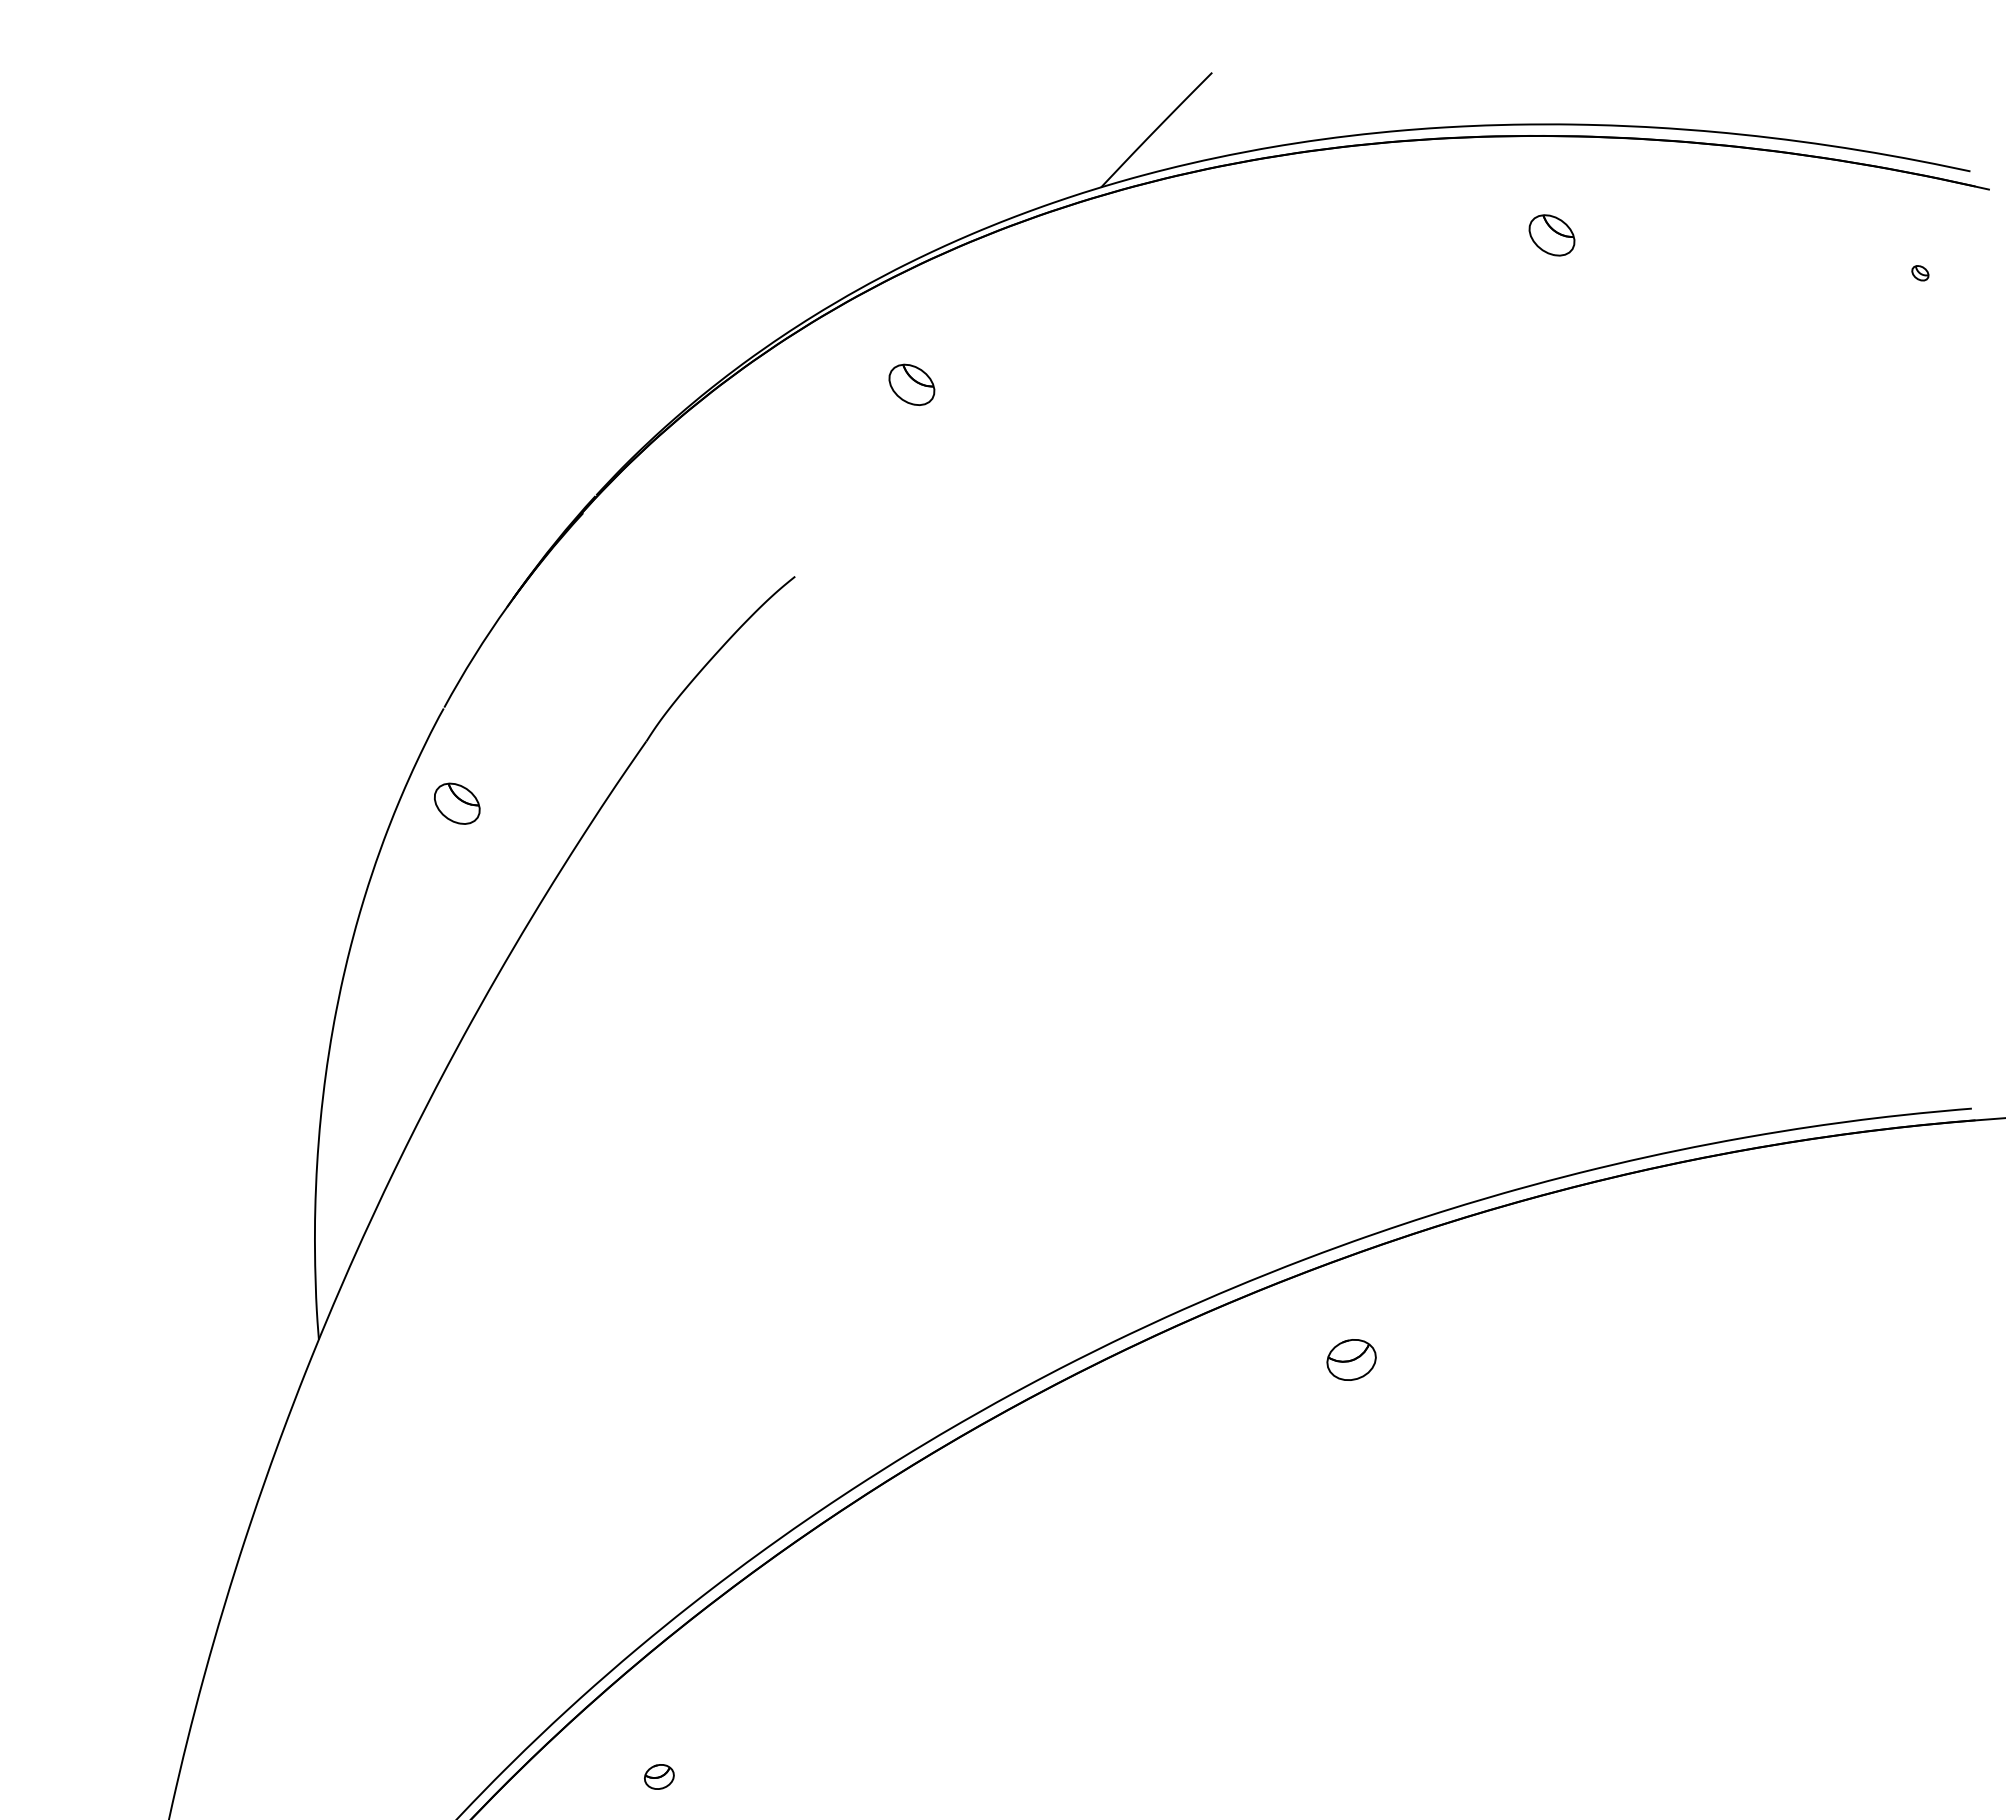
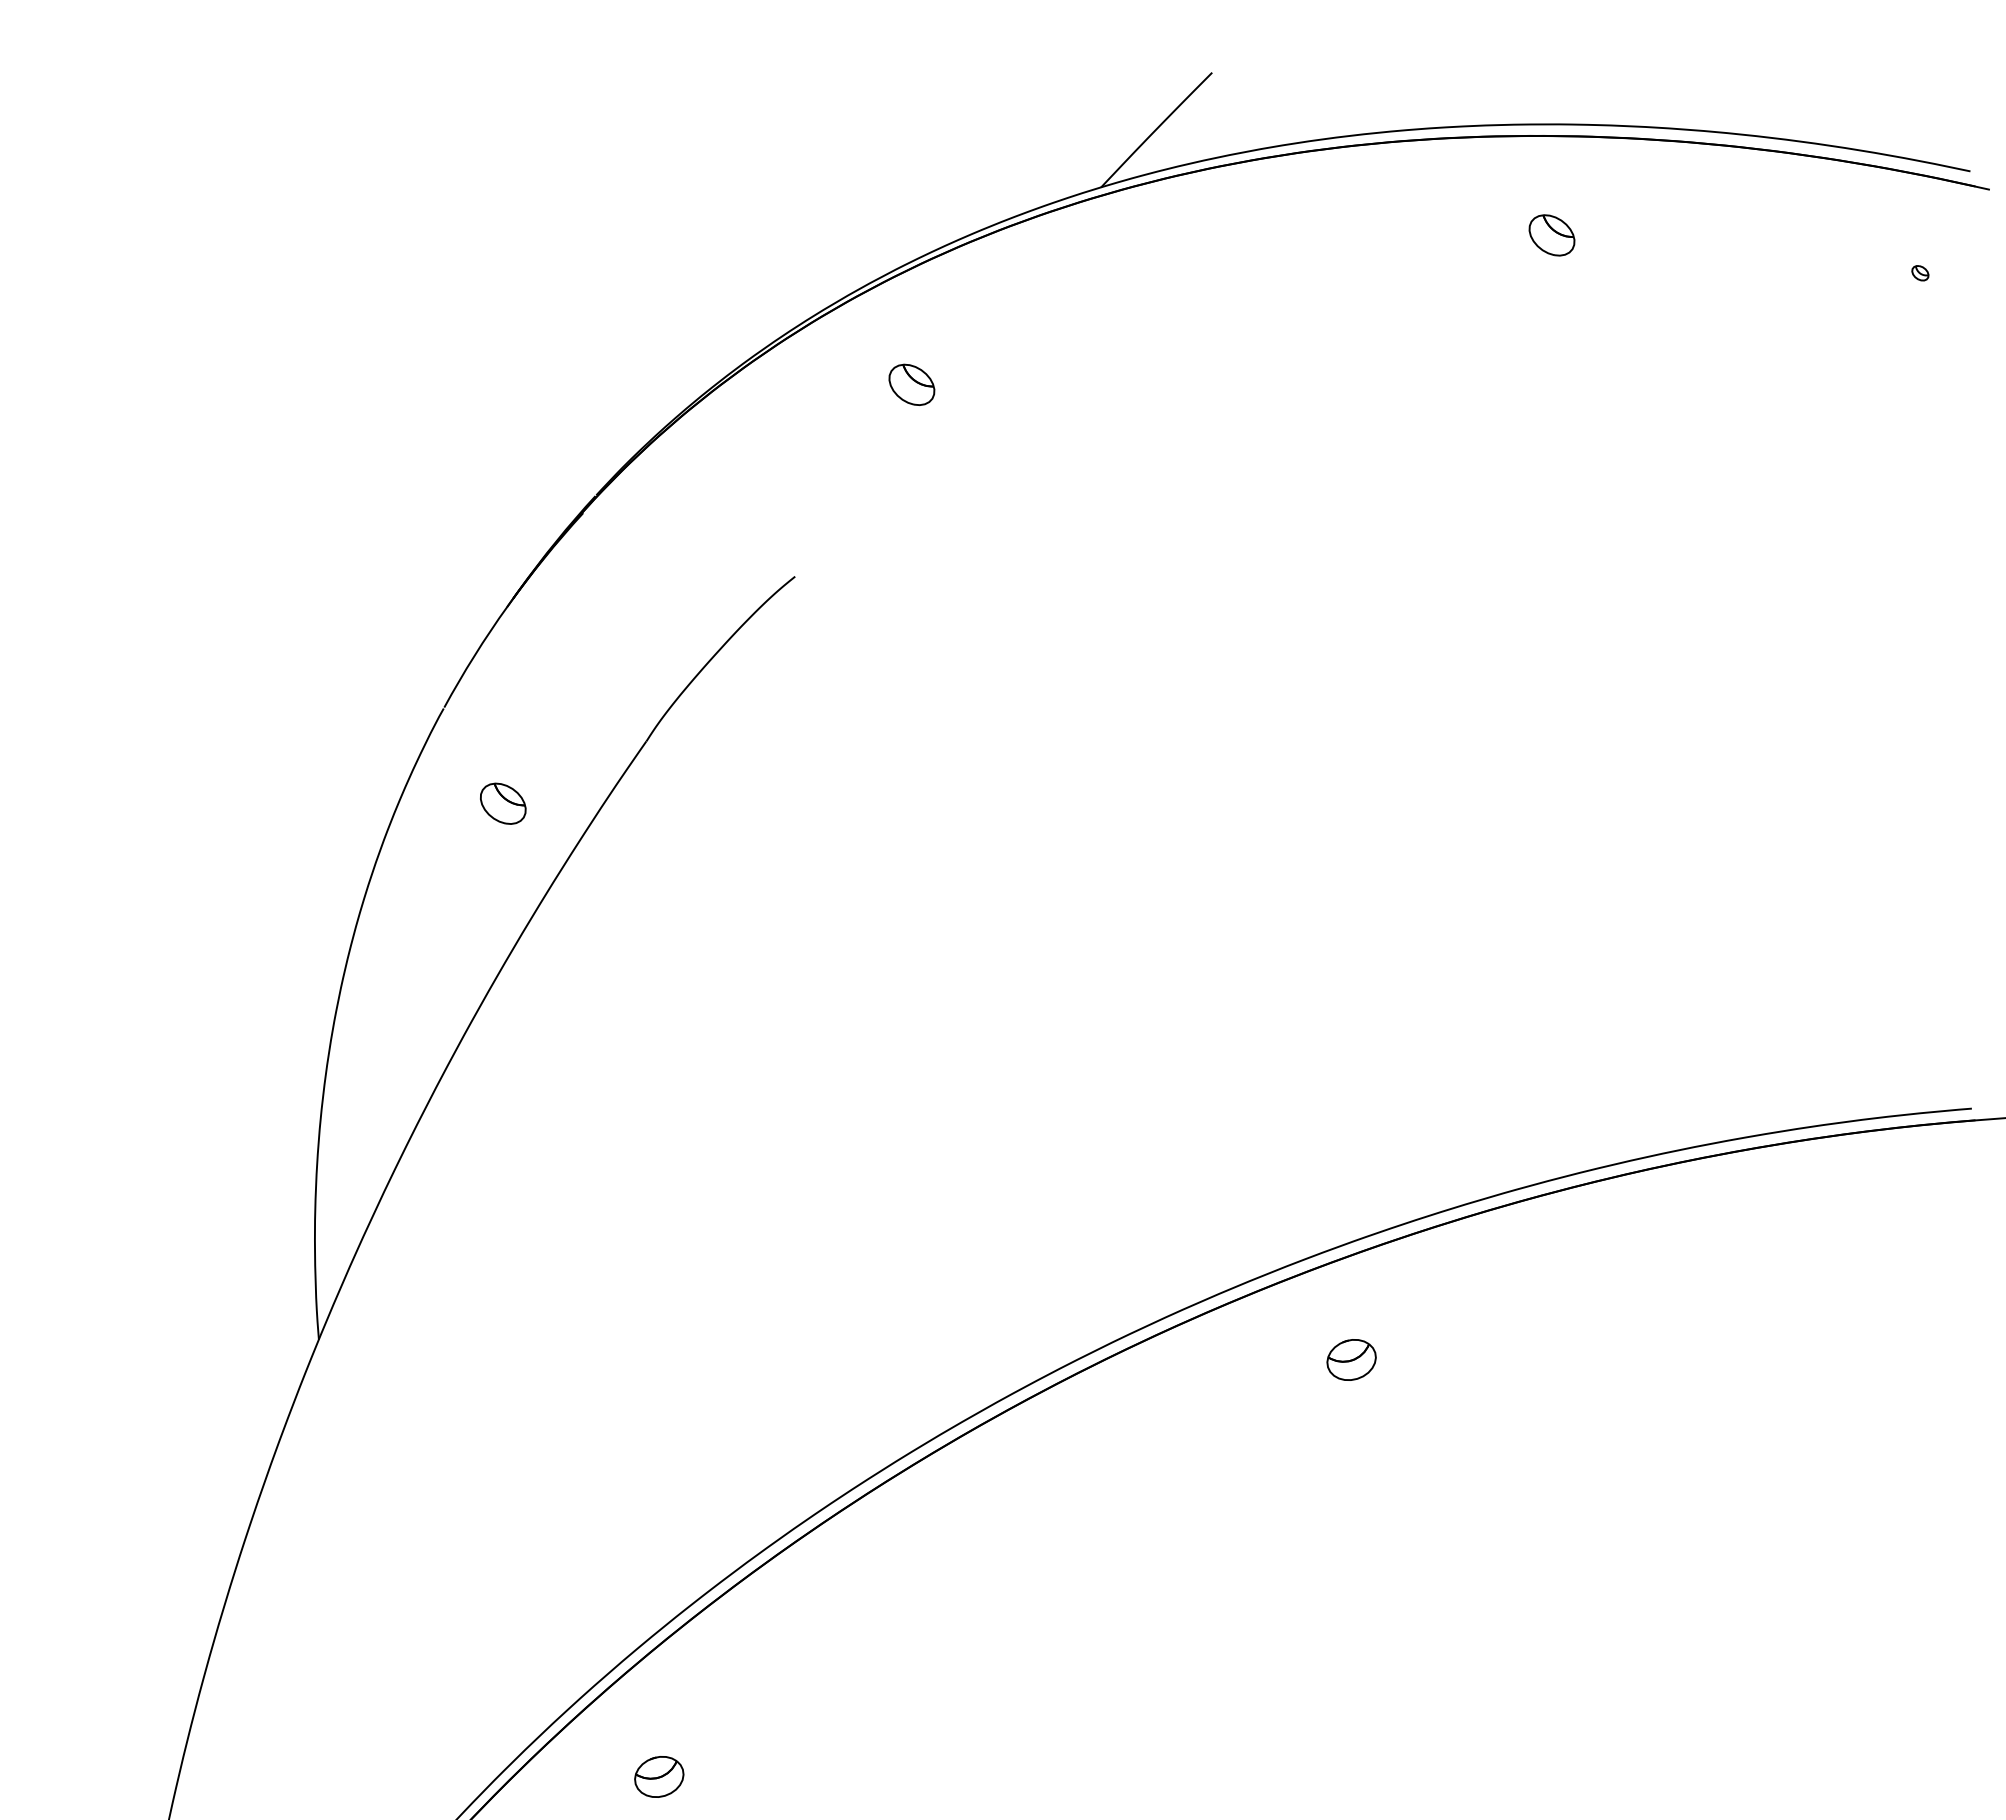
part at (457, 803) position: (457, 803) -> (503, 803)
part at (659, 1776) size: 31x26 px -> 51x42 px
